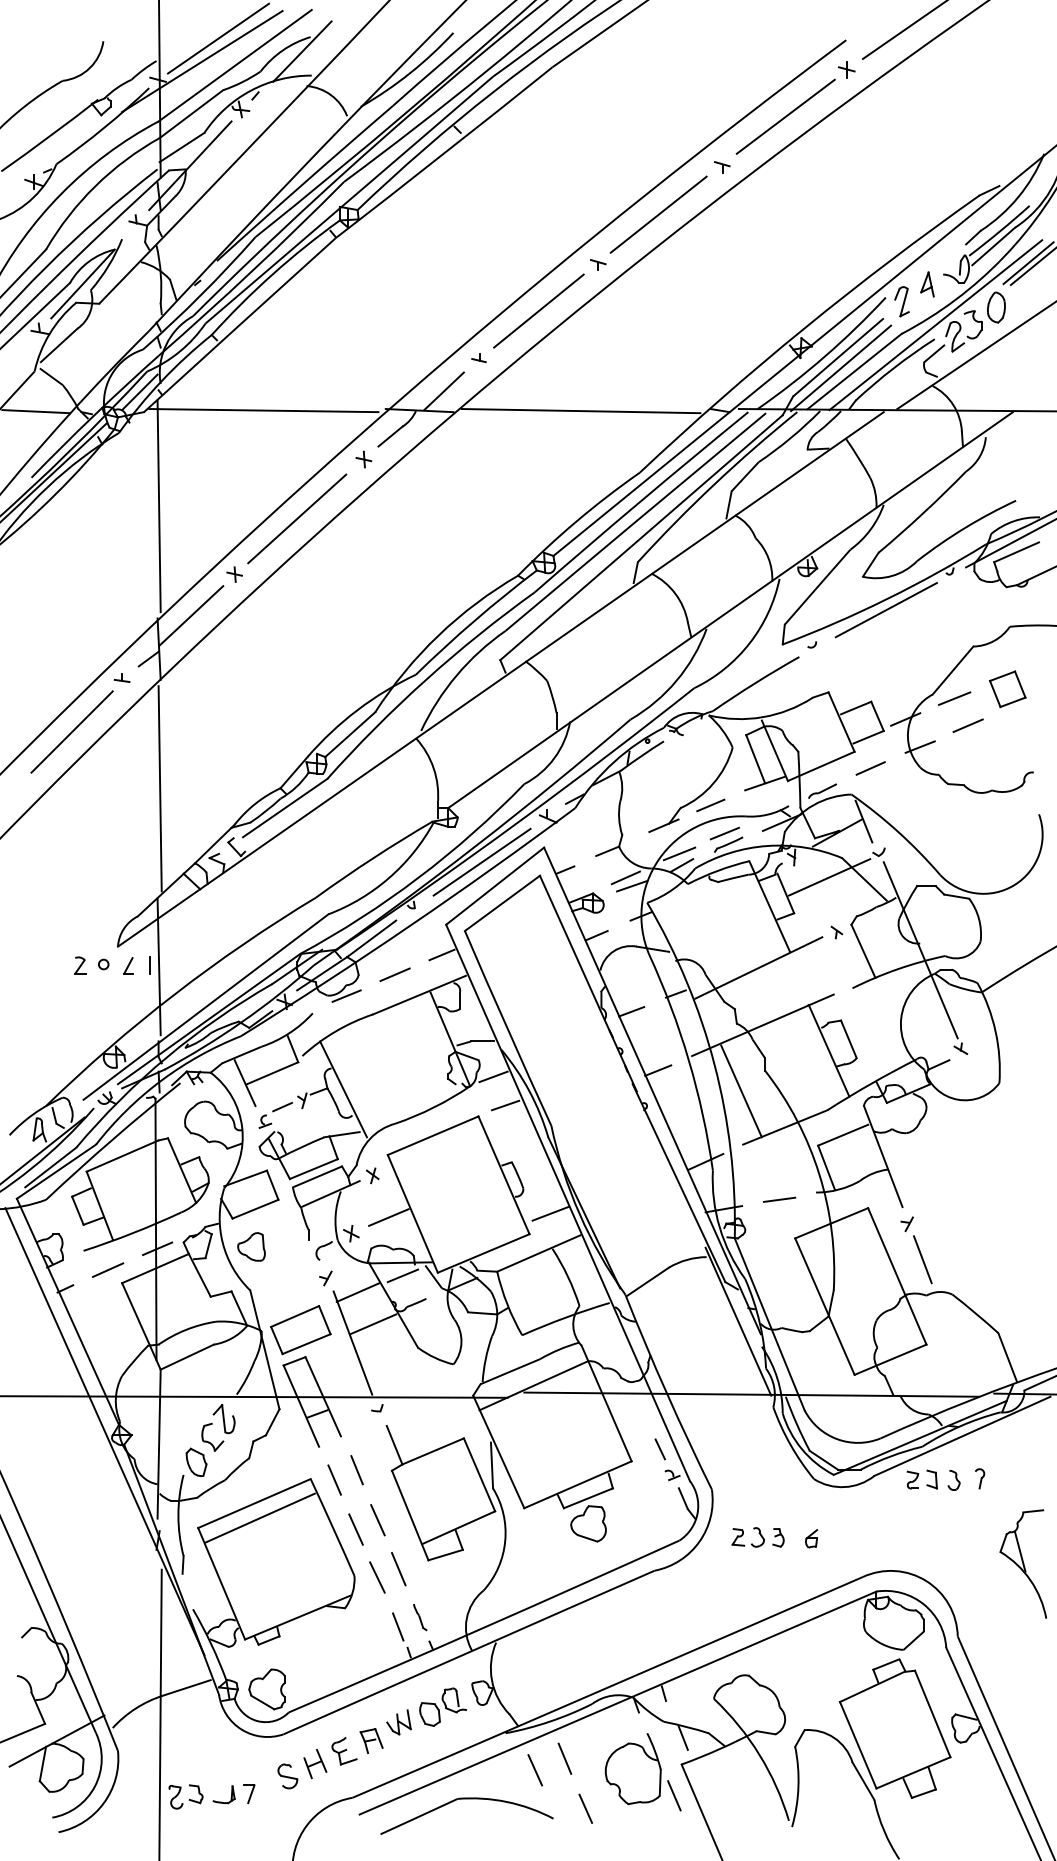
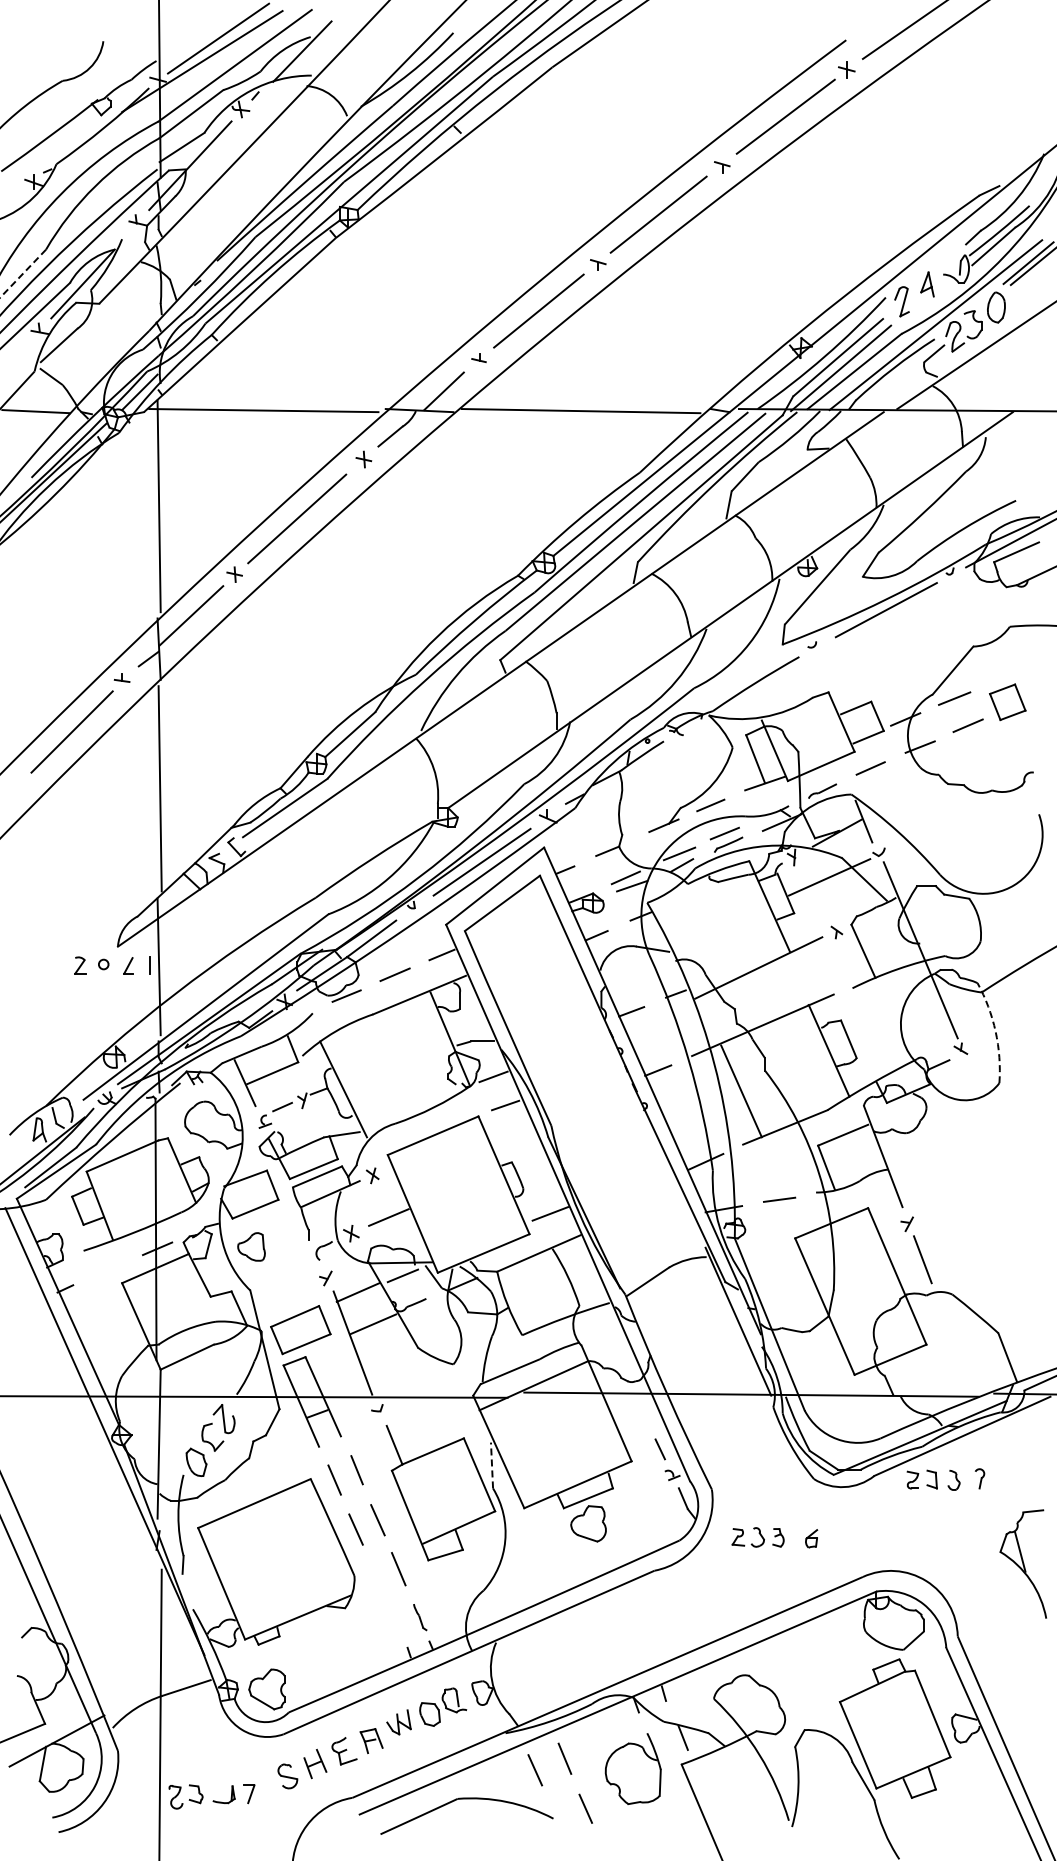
line at (23, 273): solid -> dashed
part at (1007, 689) position: (1007, 689) -> (1007, 702)
arc at (995, 1031): solid -> dashed
line at (107, 1269): present -> none
line at (492, 1465): solid -> dashed
line at (259, 1517): present -> none
line at (377, 1577): present -> none
line at (398, 1626): present -> none
line at (674, 1795): present -> none
